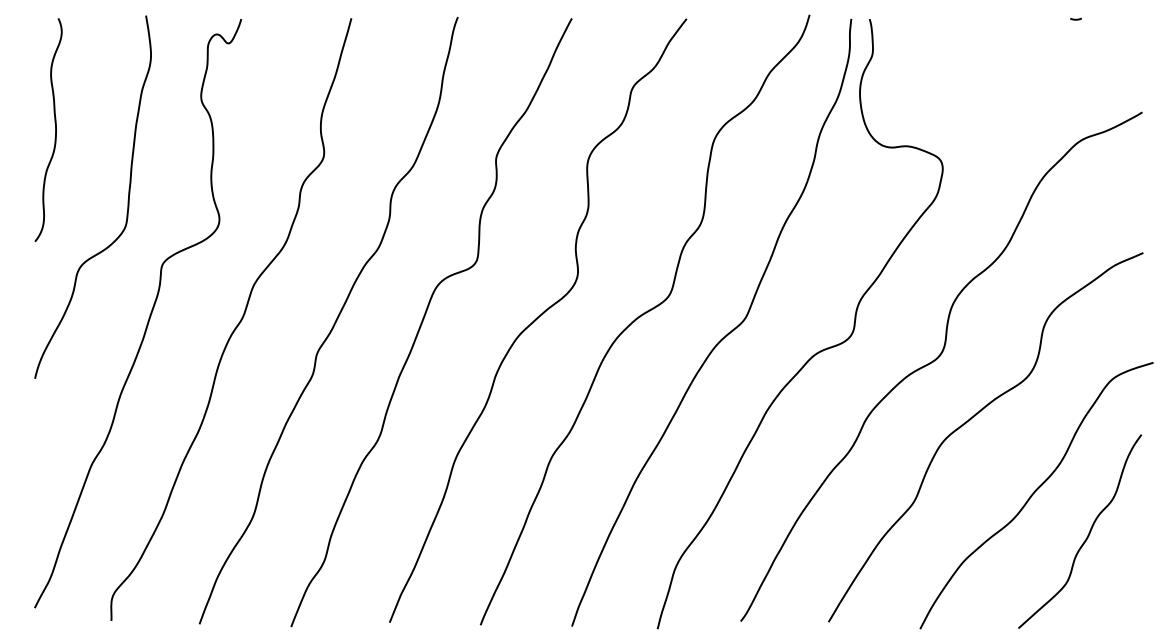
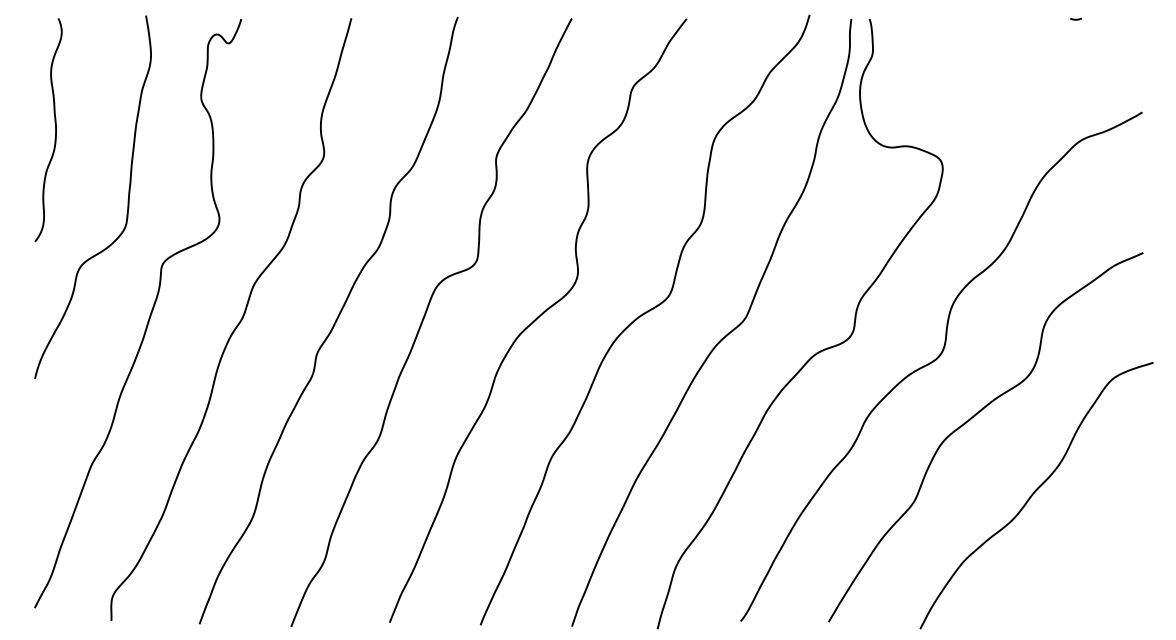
curve at (1088, 532): present -> none
